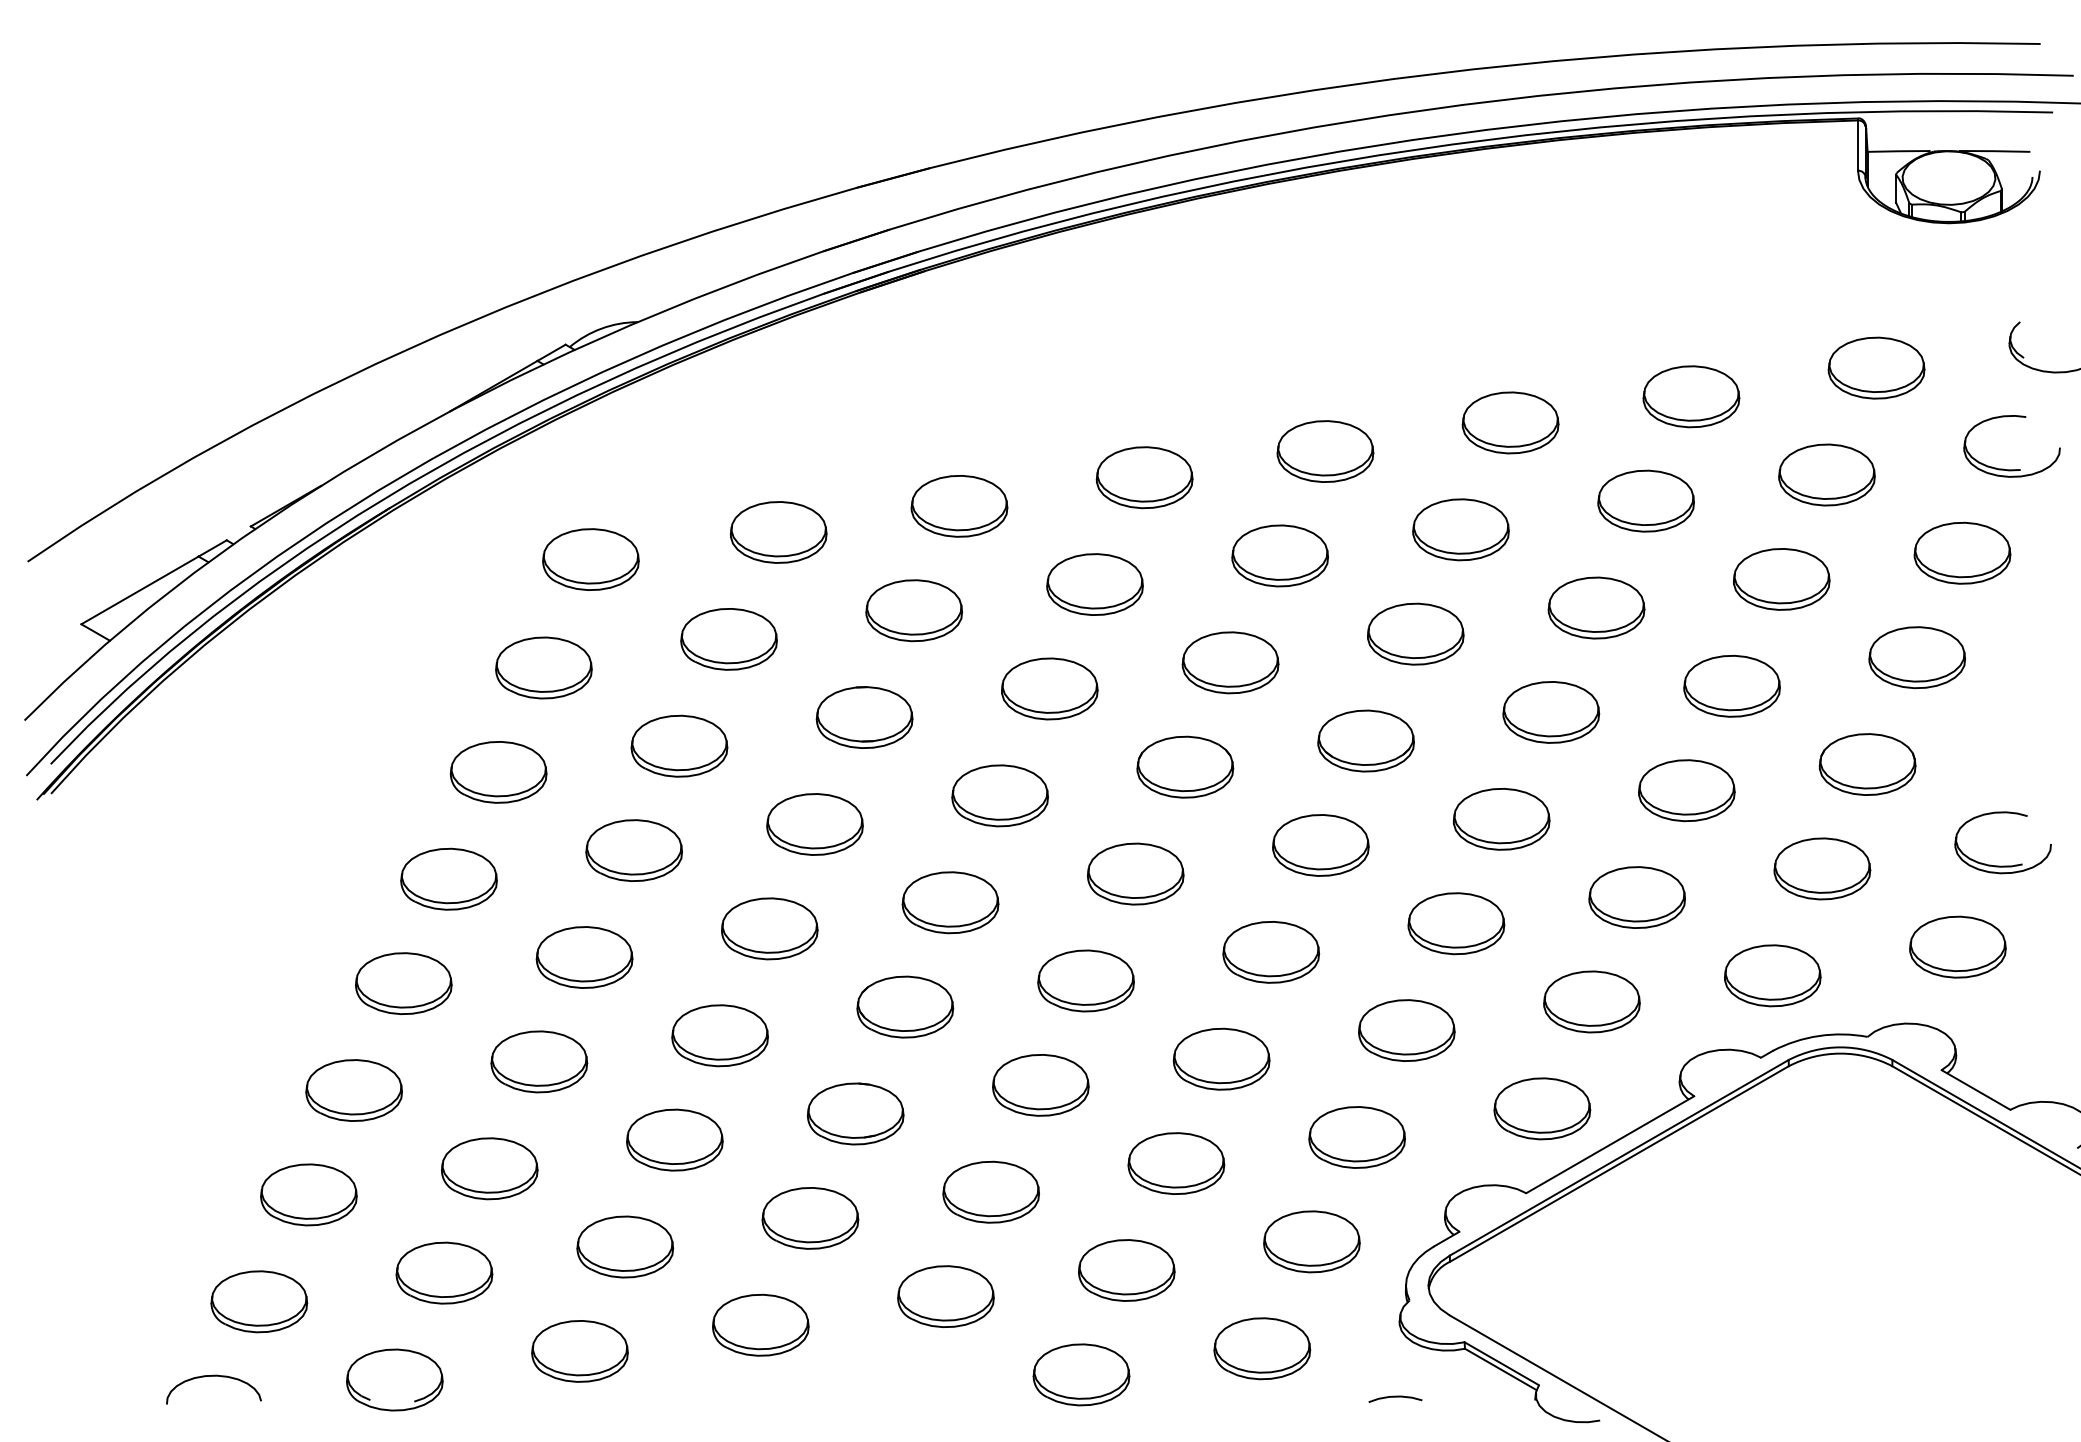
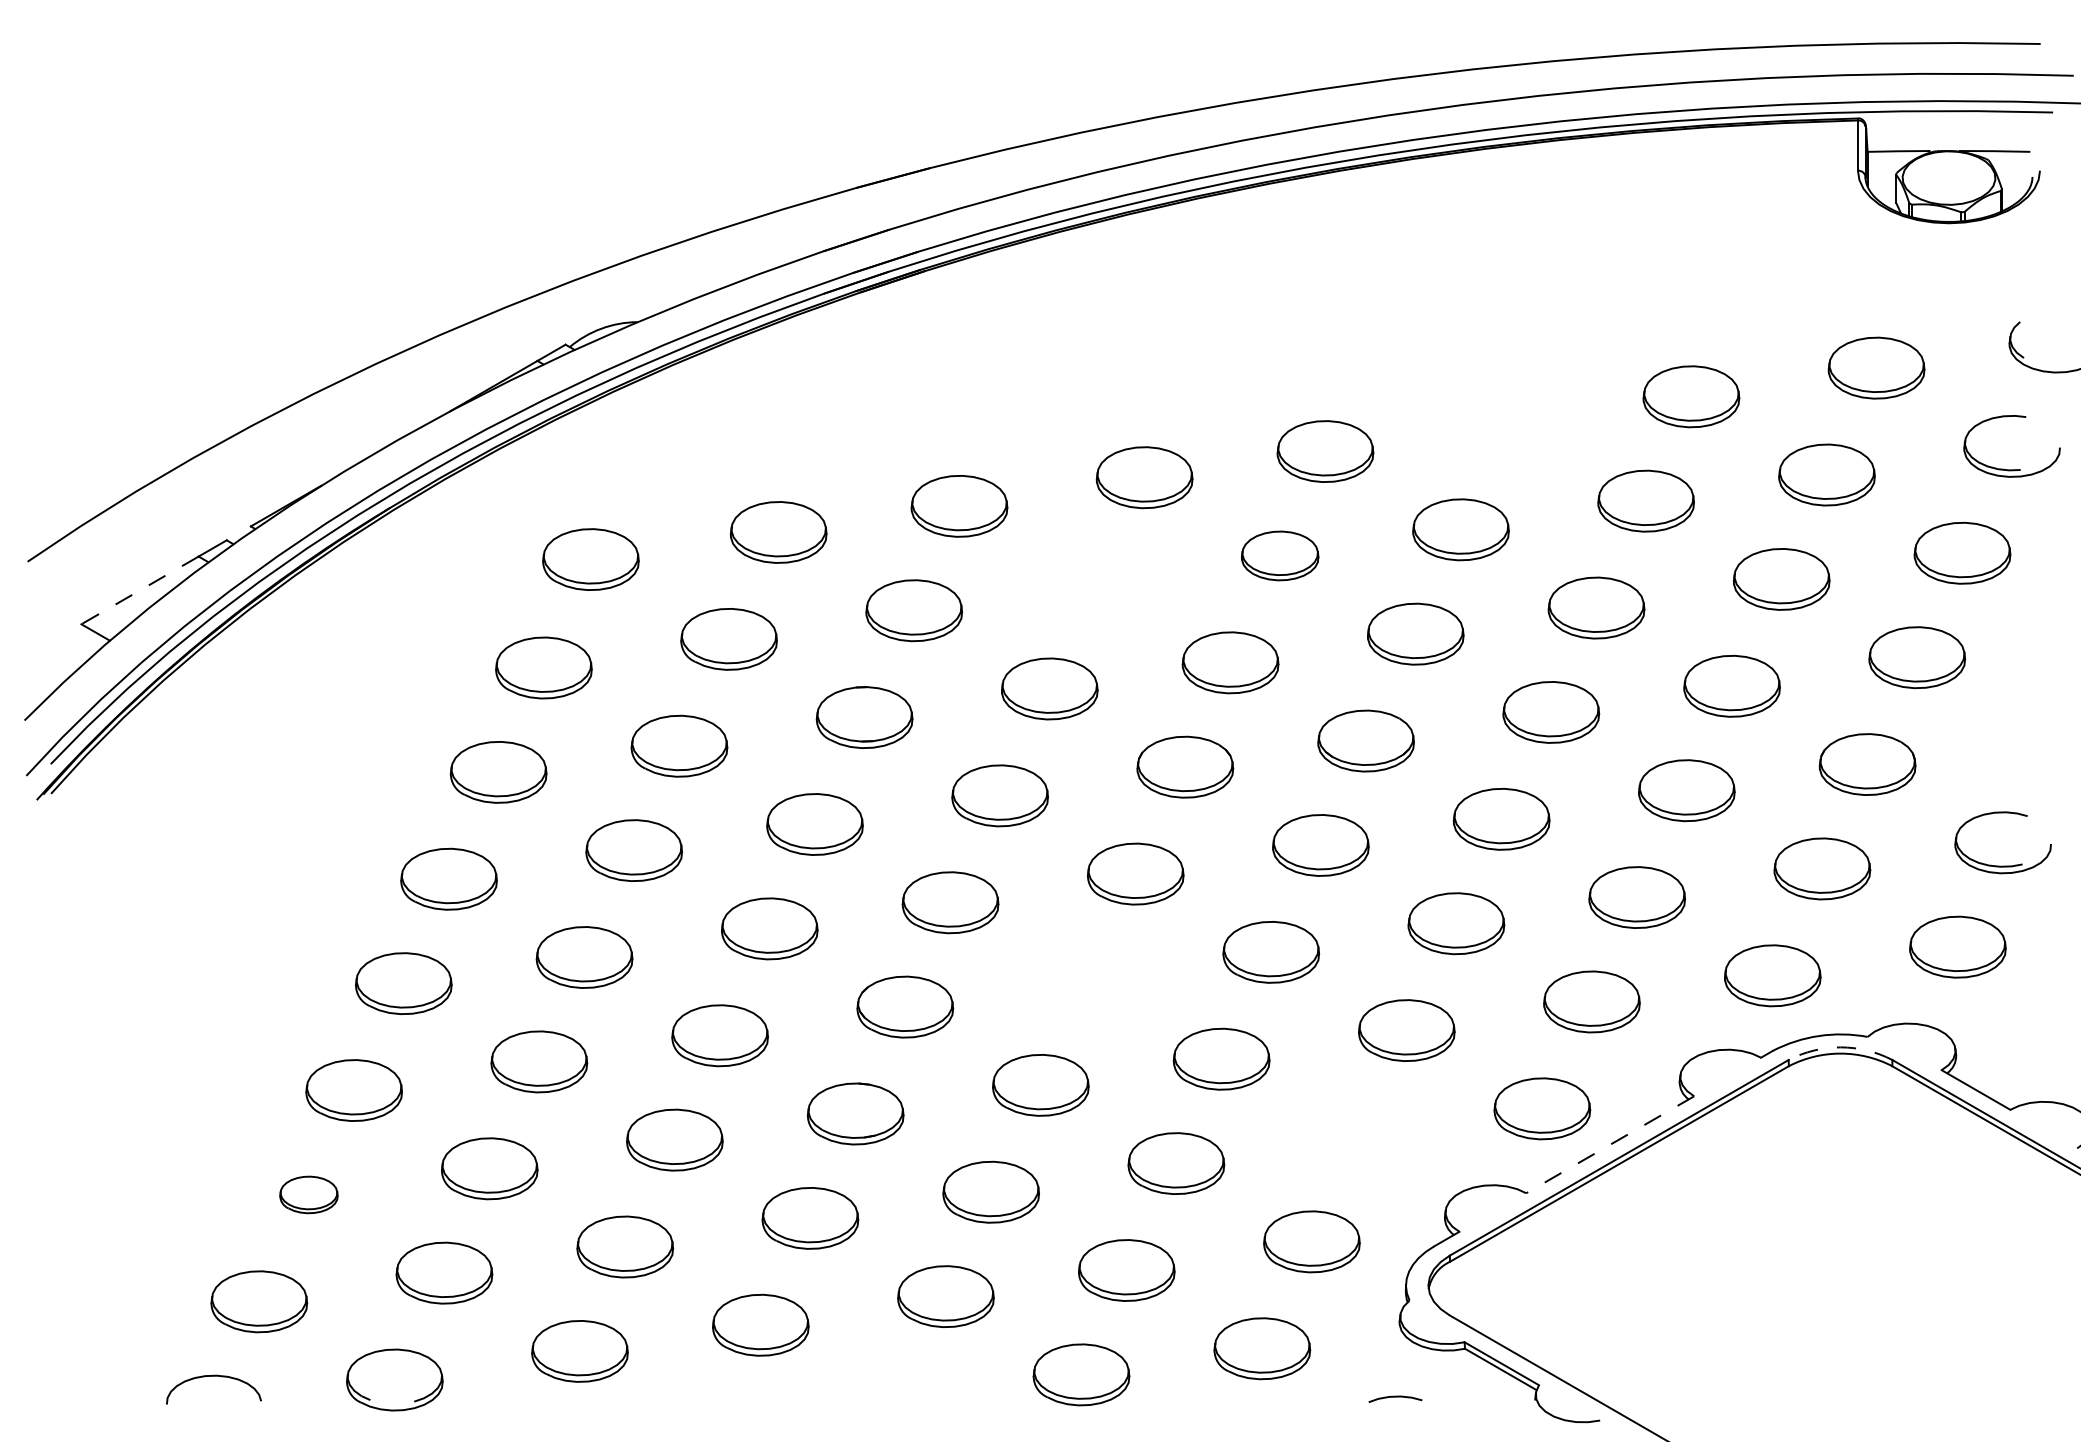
part at (1510, 422): present -> none
part at (1279, 555) size: 98x64 px -> 79x52 px
part at (1094, 584): present -> none
line at (140, 590): solid -> dashed
part at (1085, 980): present -> none
arc at (1840, 1047): solid -> dashed
part at (1356, 1137): present -> none
line at (1610, 1144): solid -> dashed
part at (308, 1194) size: 98x64 px -> 60x40 px
